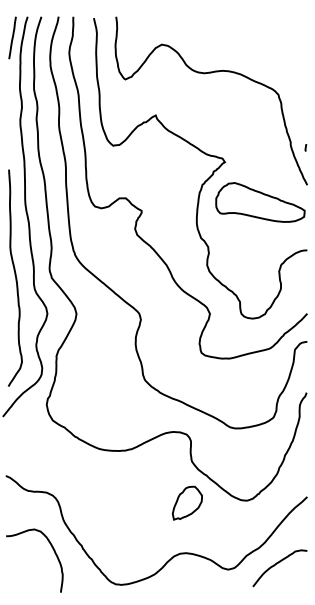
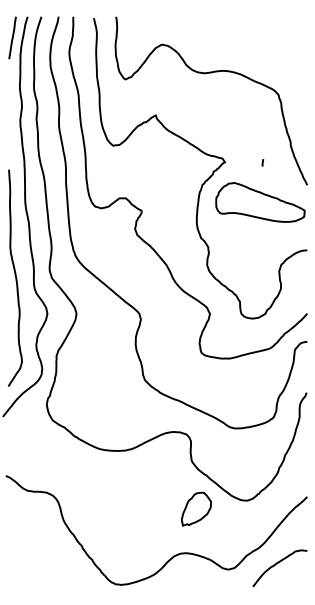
line at (305, 147) position: (305, 147) -> (262, 162)
part at (186, 502) position: (186, 502) -> (195, 508)
curve at (53, 551): present -> none
